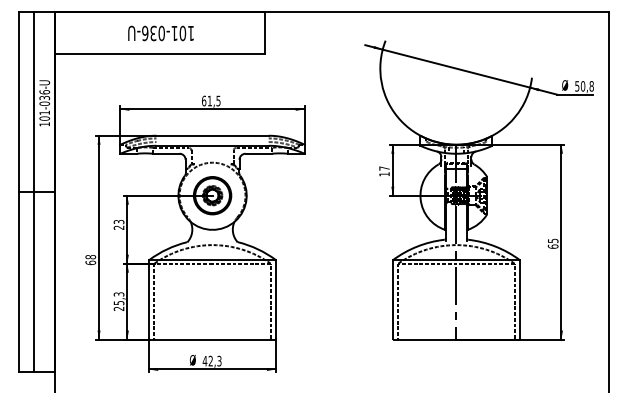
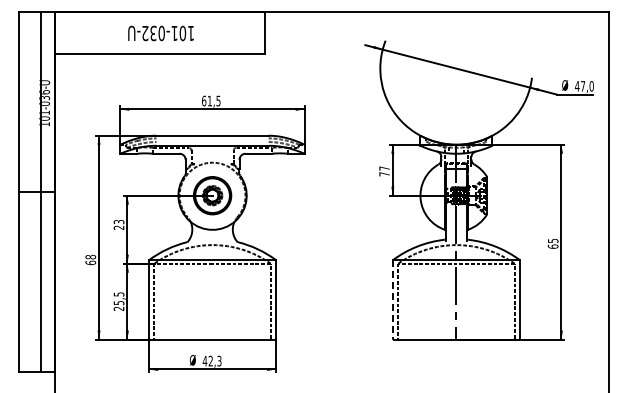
text at (145, 33): 101-036-U -> 101-032-U
text at (584, 86): 50,8 -> 47,0
text at (384, 174): 17 -> 77
line at (33, 191) position: (33, 191) -> (40, 191)
text at (117, 294): 25,3 -> 25,5
line at (393, 299): solid -> dashed
